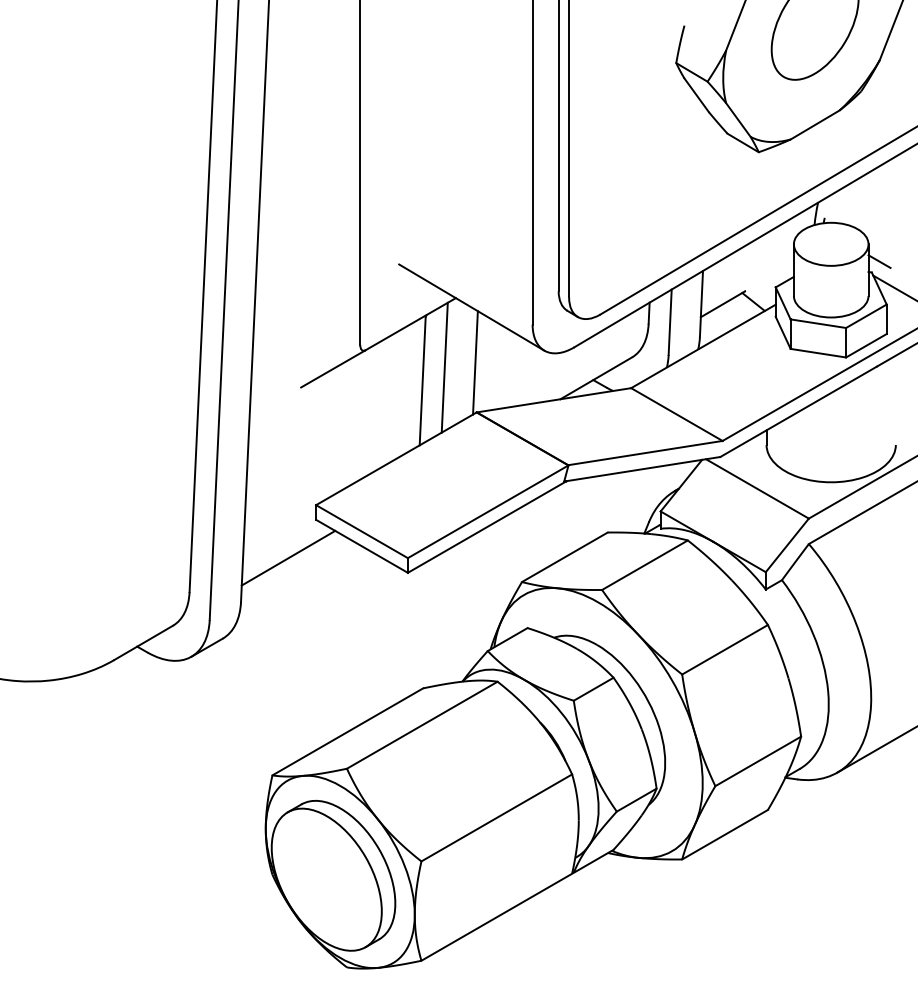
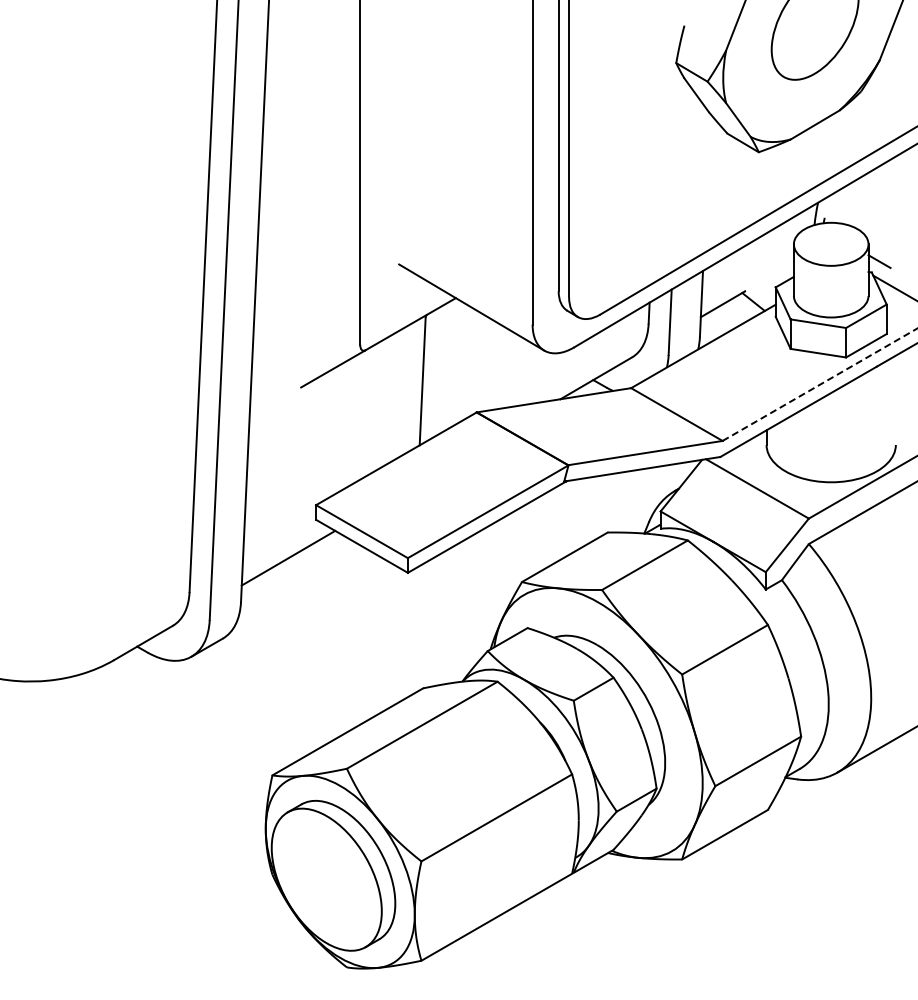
line at (475, 362): present -> none
line at (444, 367): present -> none
line at (820, 384): solid -> dashed
